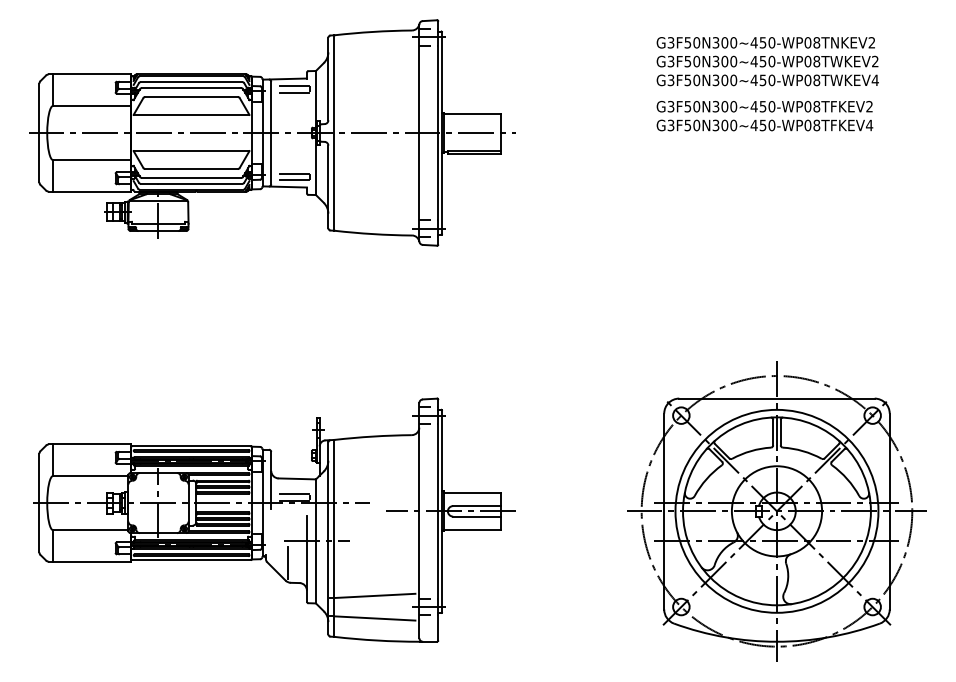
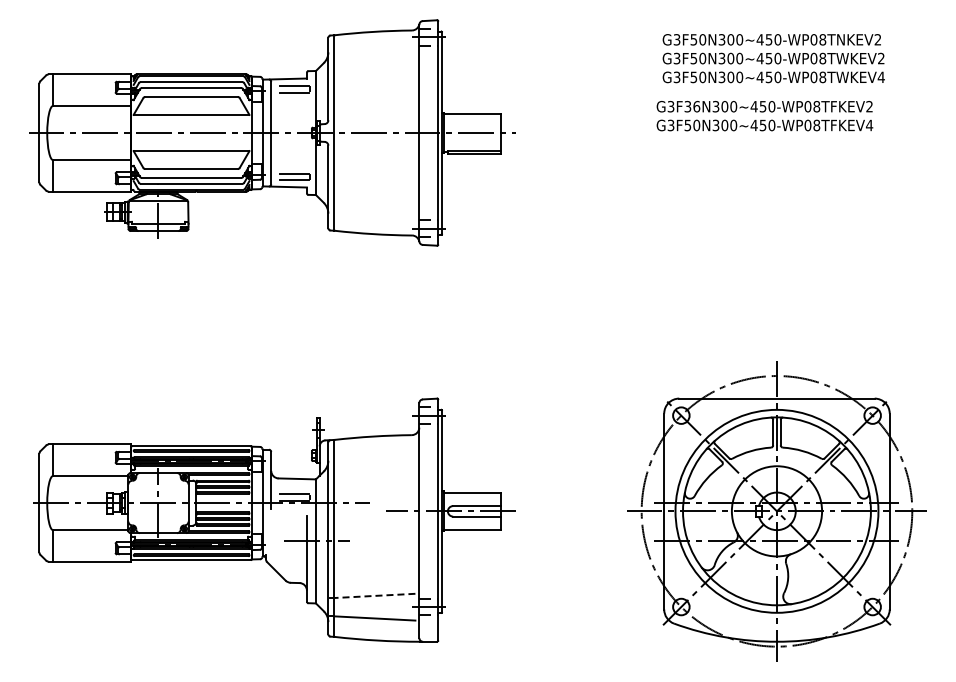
text at (767, 61) position: (767, 61) -> (773, 58)
text at (692, 106): G3F50N300~450-WP08TFKEV2 -> G3F36N300~450-WP08TFKEV2
line at (287, 562): present -> none
line at (374, 595): solid -> dashed
